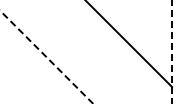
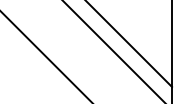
line at (113, 51): none -> present
line at (172, 51): dashed -> solid
line at (46, 57): dashed -> solid
